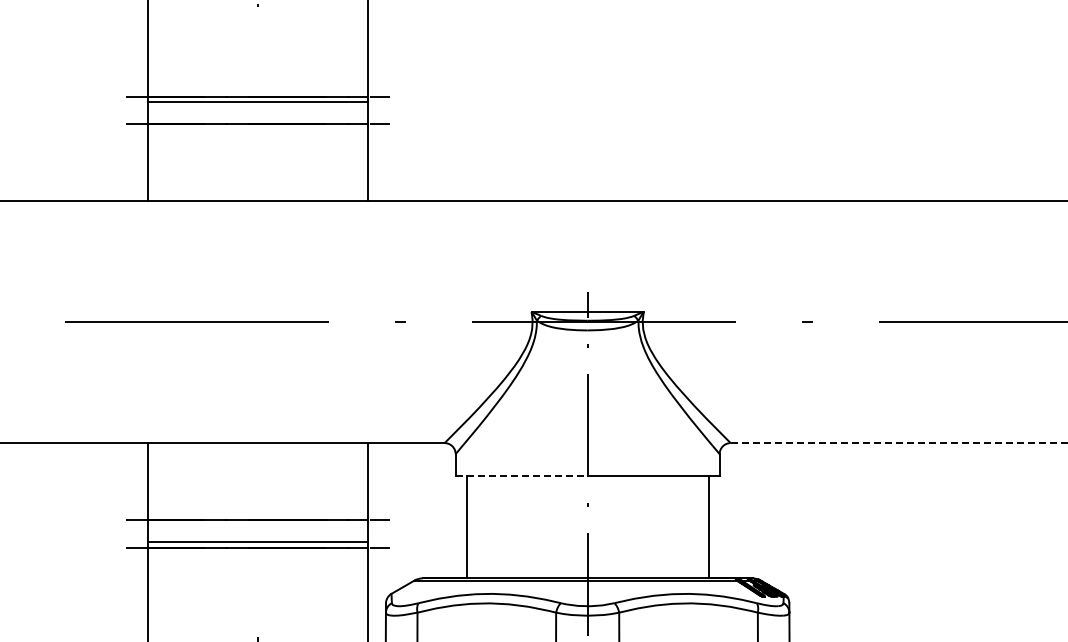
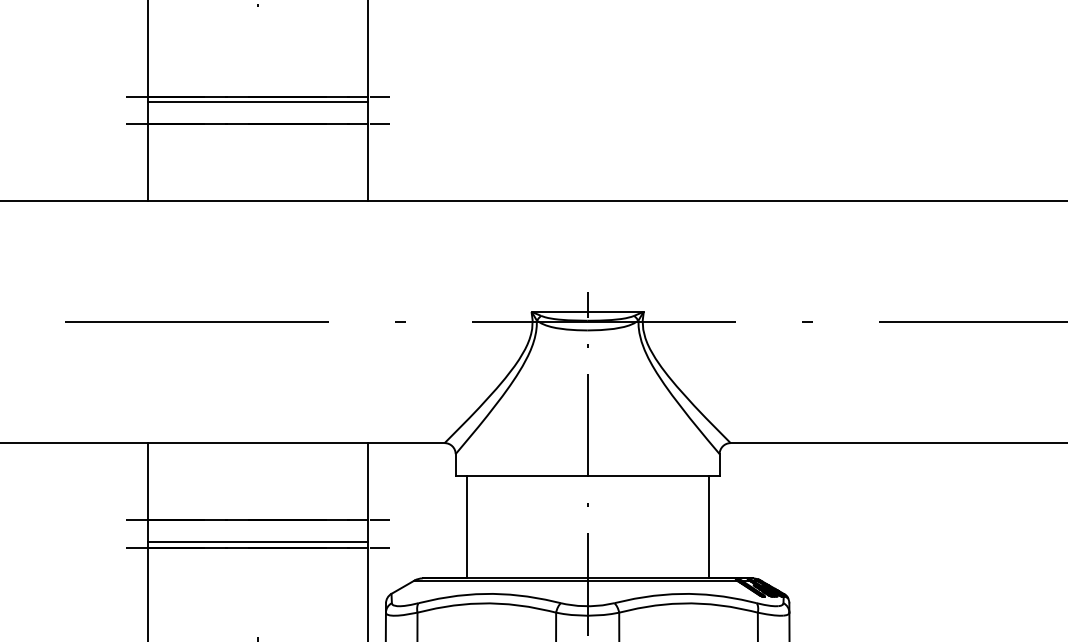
line at (899, 443): dashed -> solid
line at (521, 476): dashed -> solid
